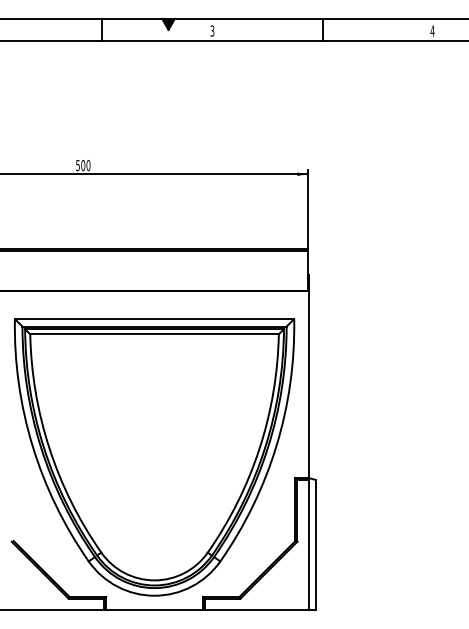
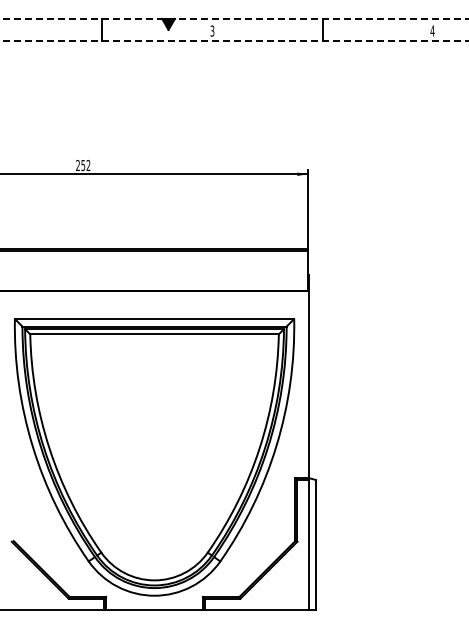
line at (234, 18): solid -> dashed
line at (234, 40): solid -> dashed
text at (83, 165): 500 -> 252
